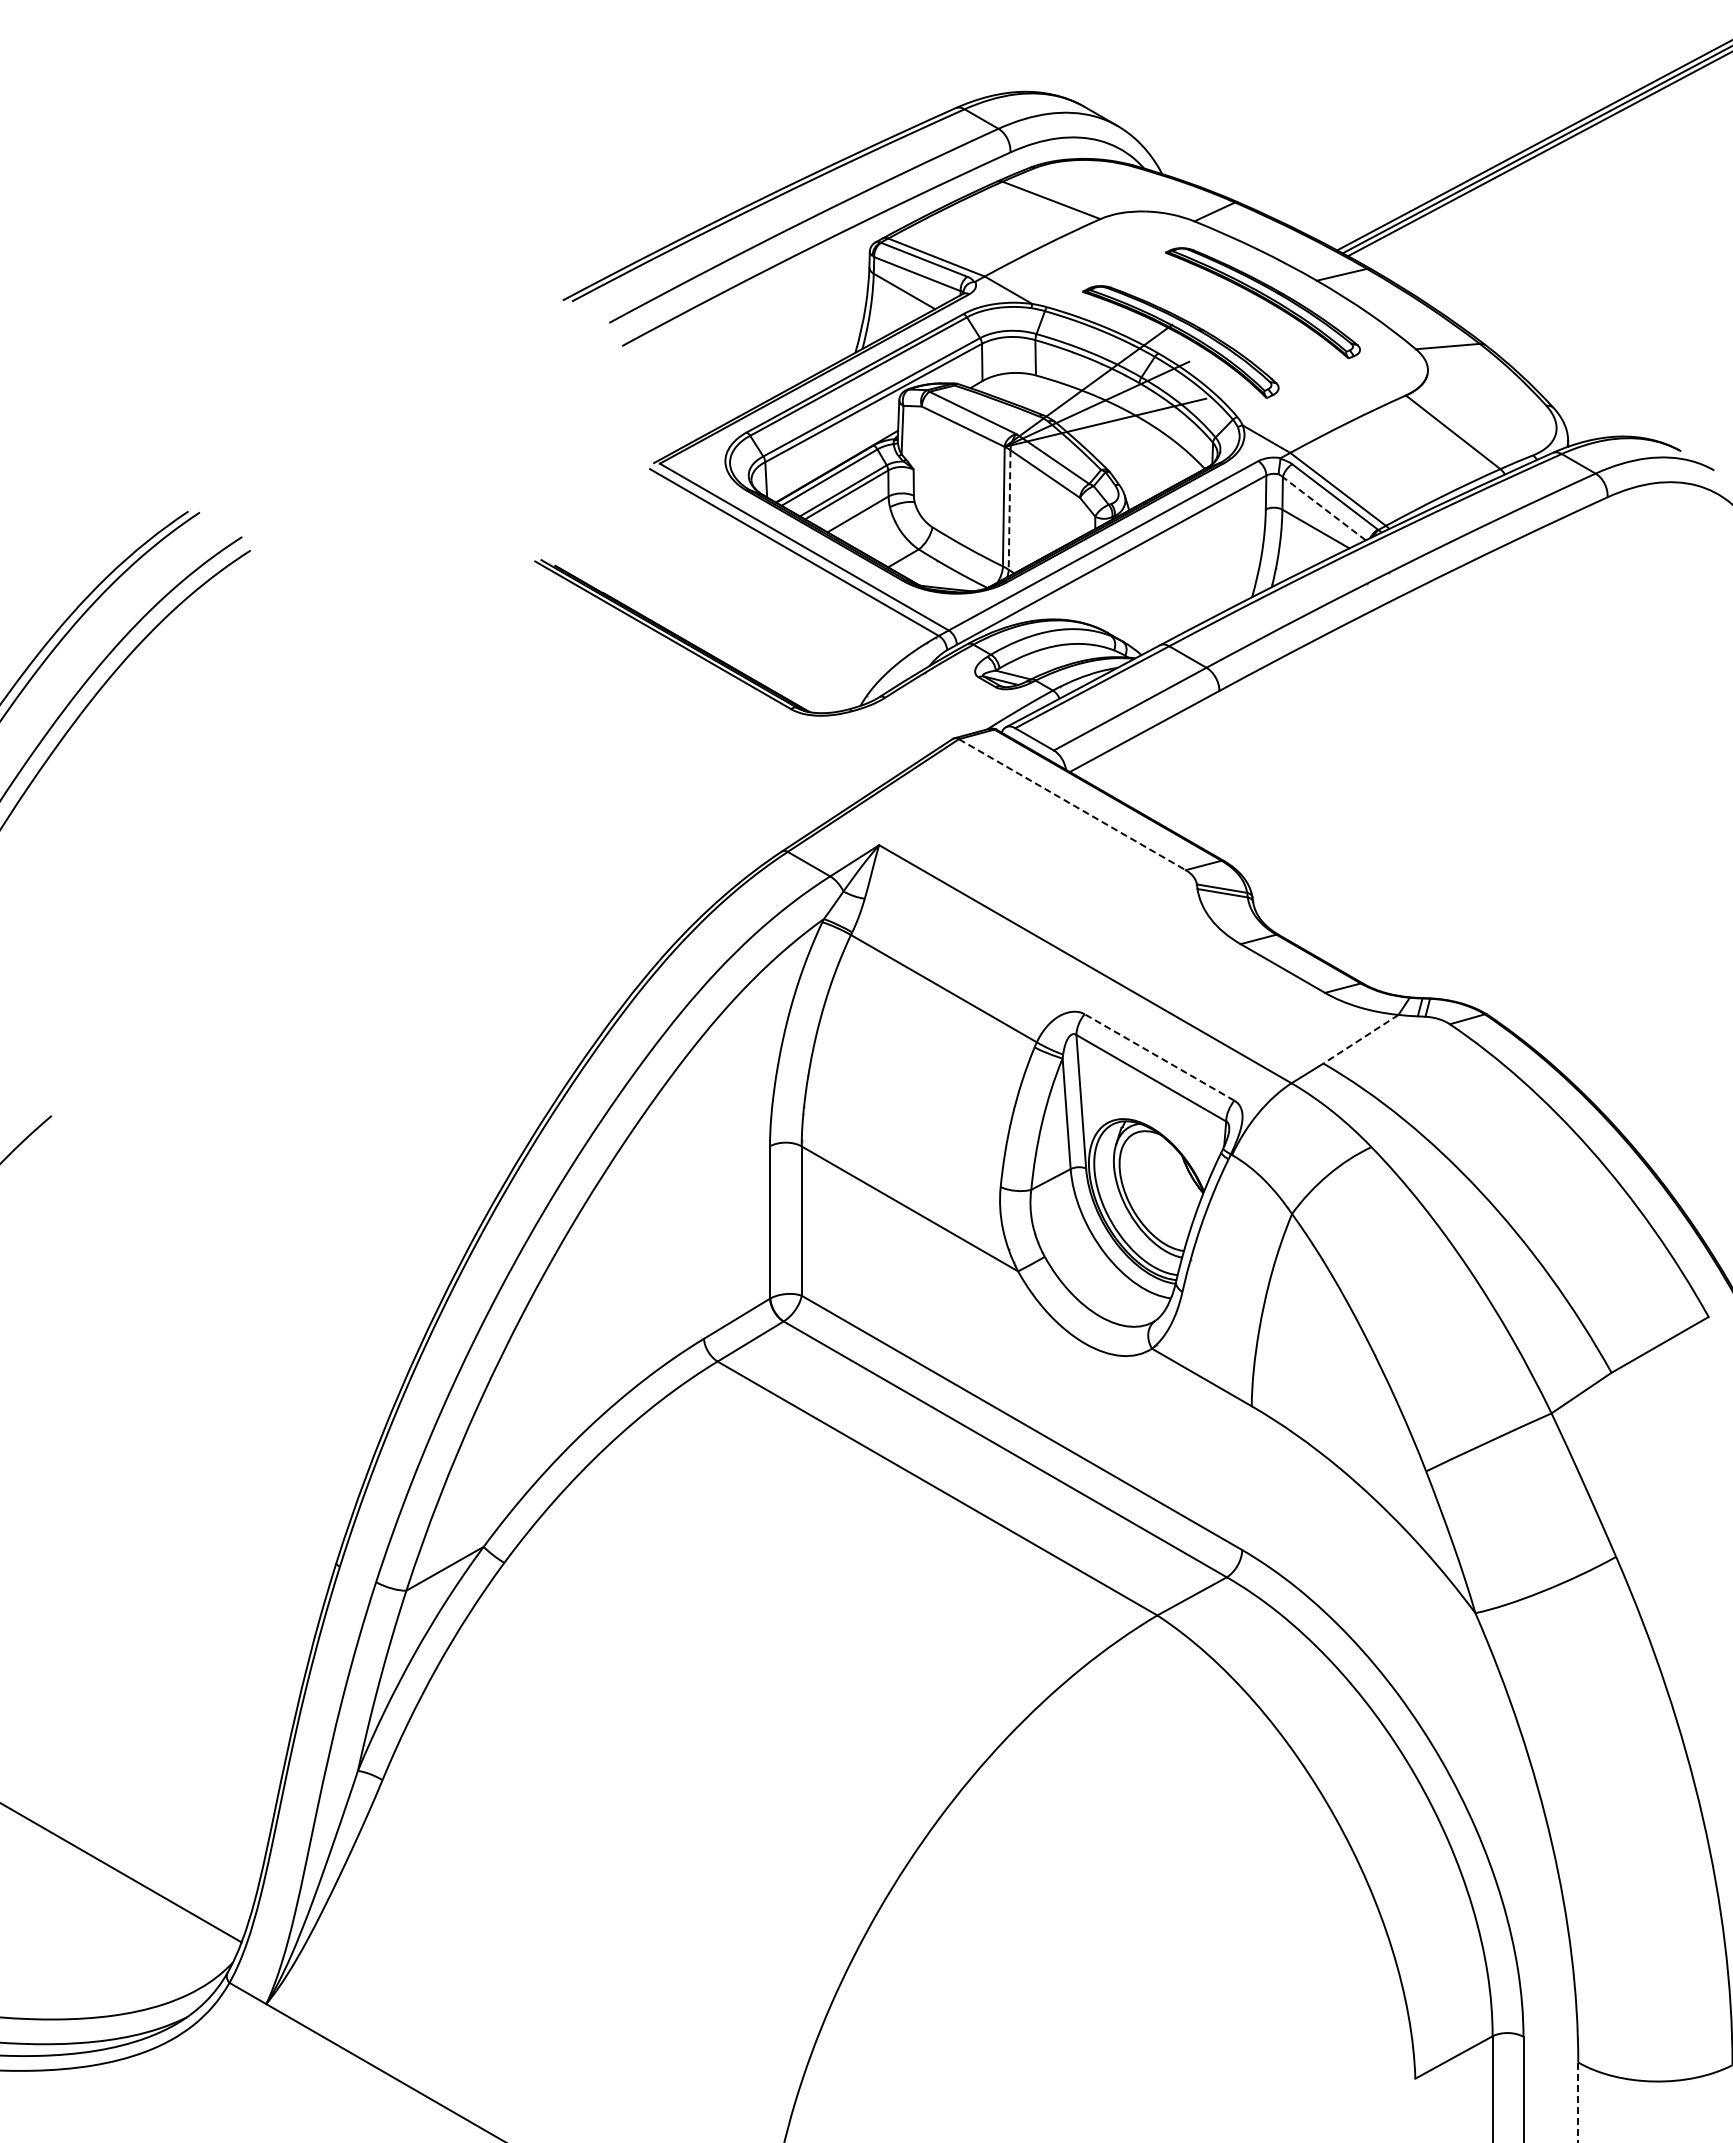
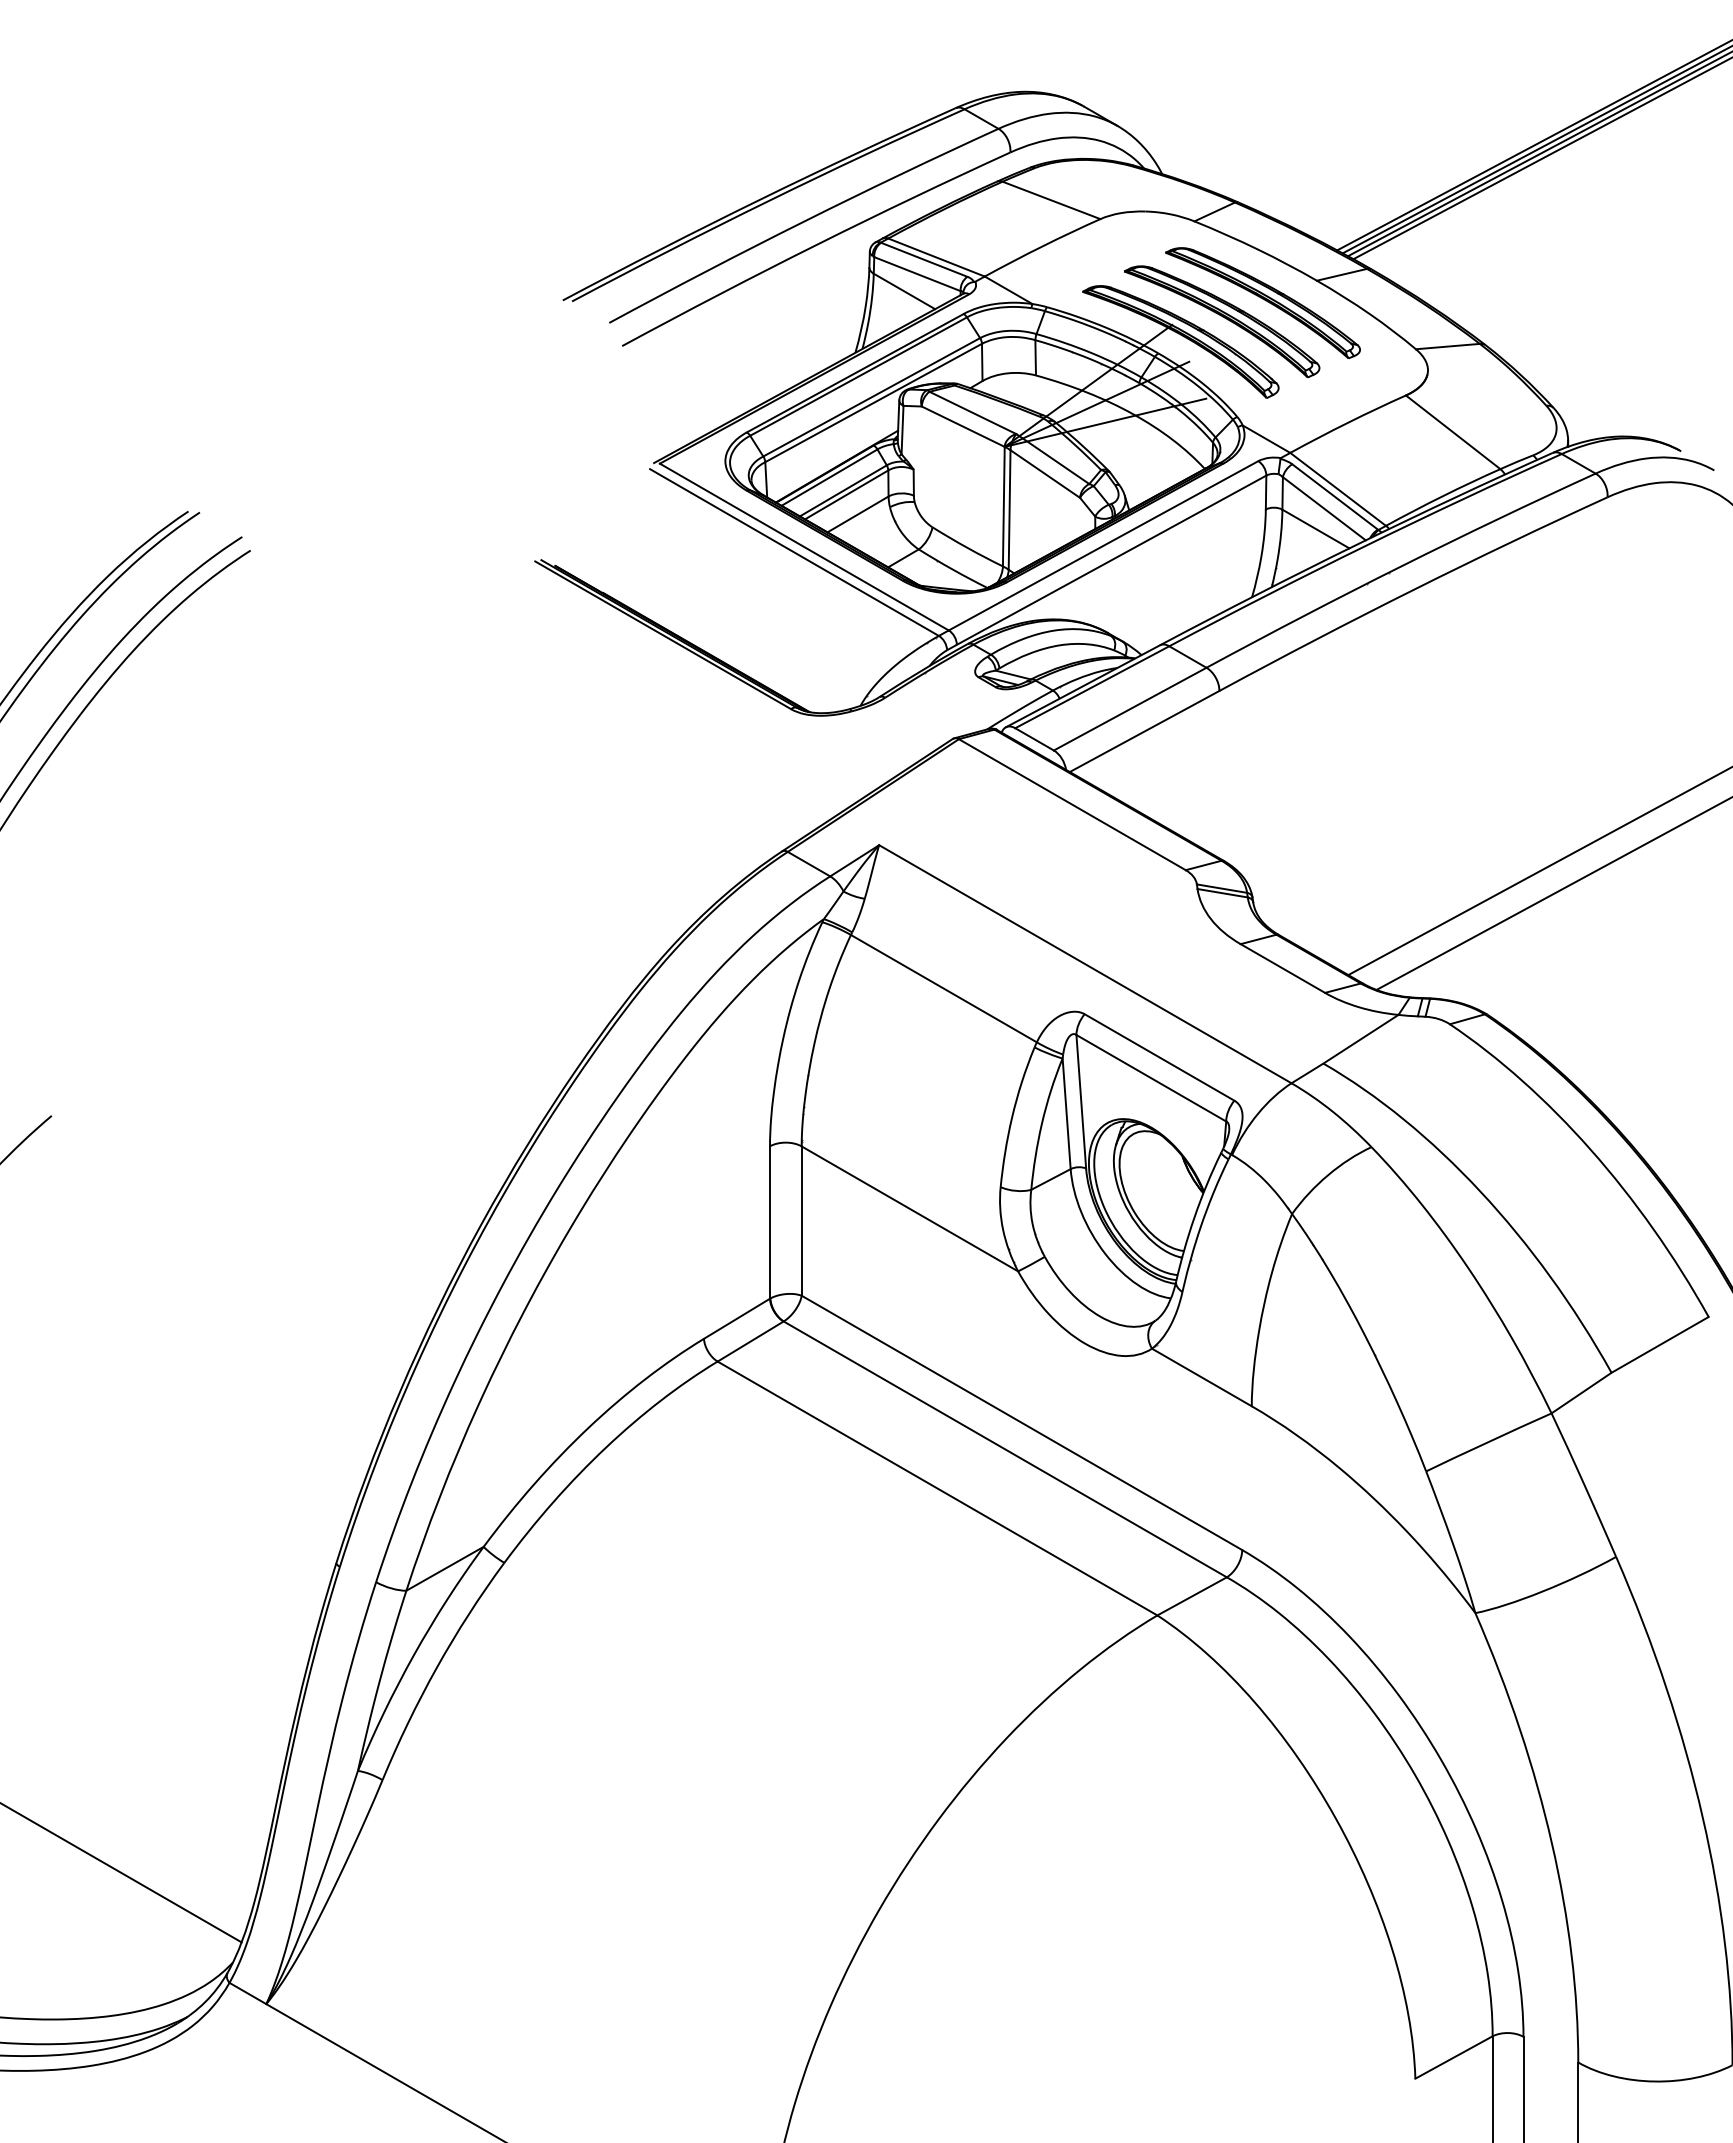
line at (1541, 159): none -> present
part at (1222, 321): none -> present
line at (1323, 508): dashed -> solid
line at (1009, 509): dashed -> solid
line at (1072, 804): dashed -> solid
line at (1538, 871): none -> present
line at (1552, 893): none -> present
line at (1360, 1039): dashed -> solid
line at (1159, 1057): dashed -> solid
line at (1578, 2102): dashed -> solid
